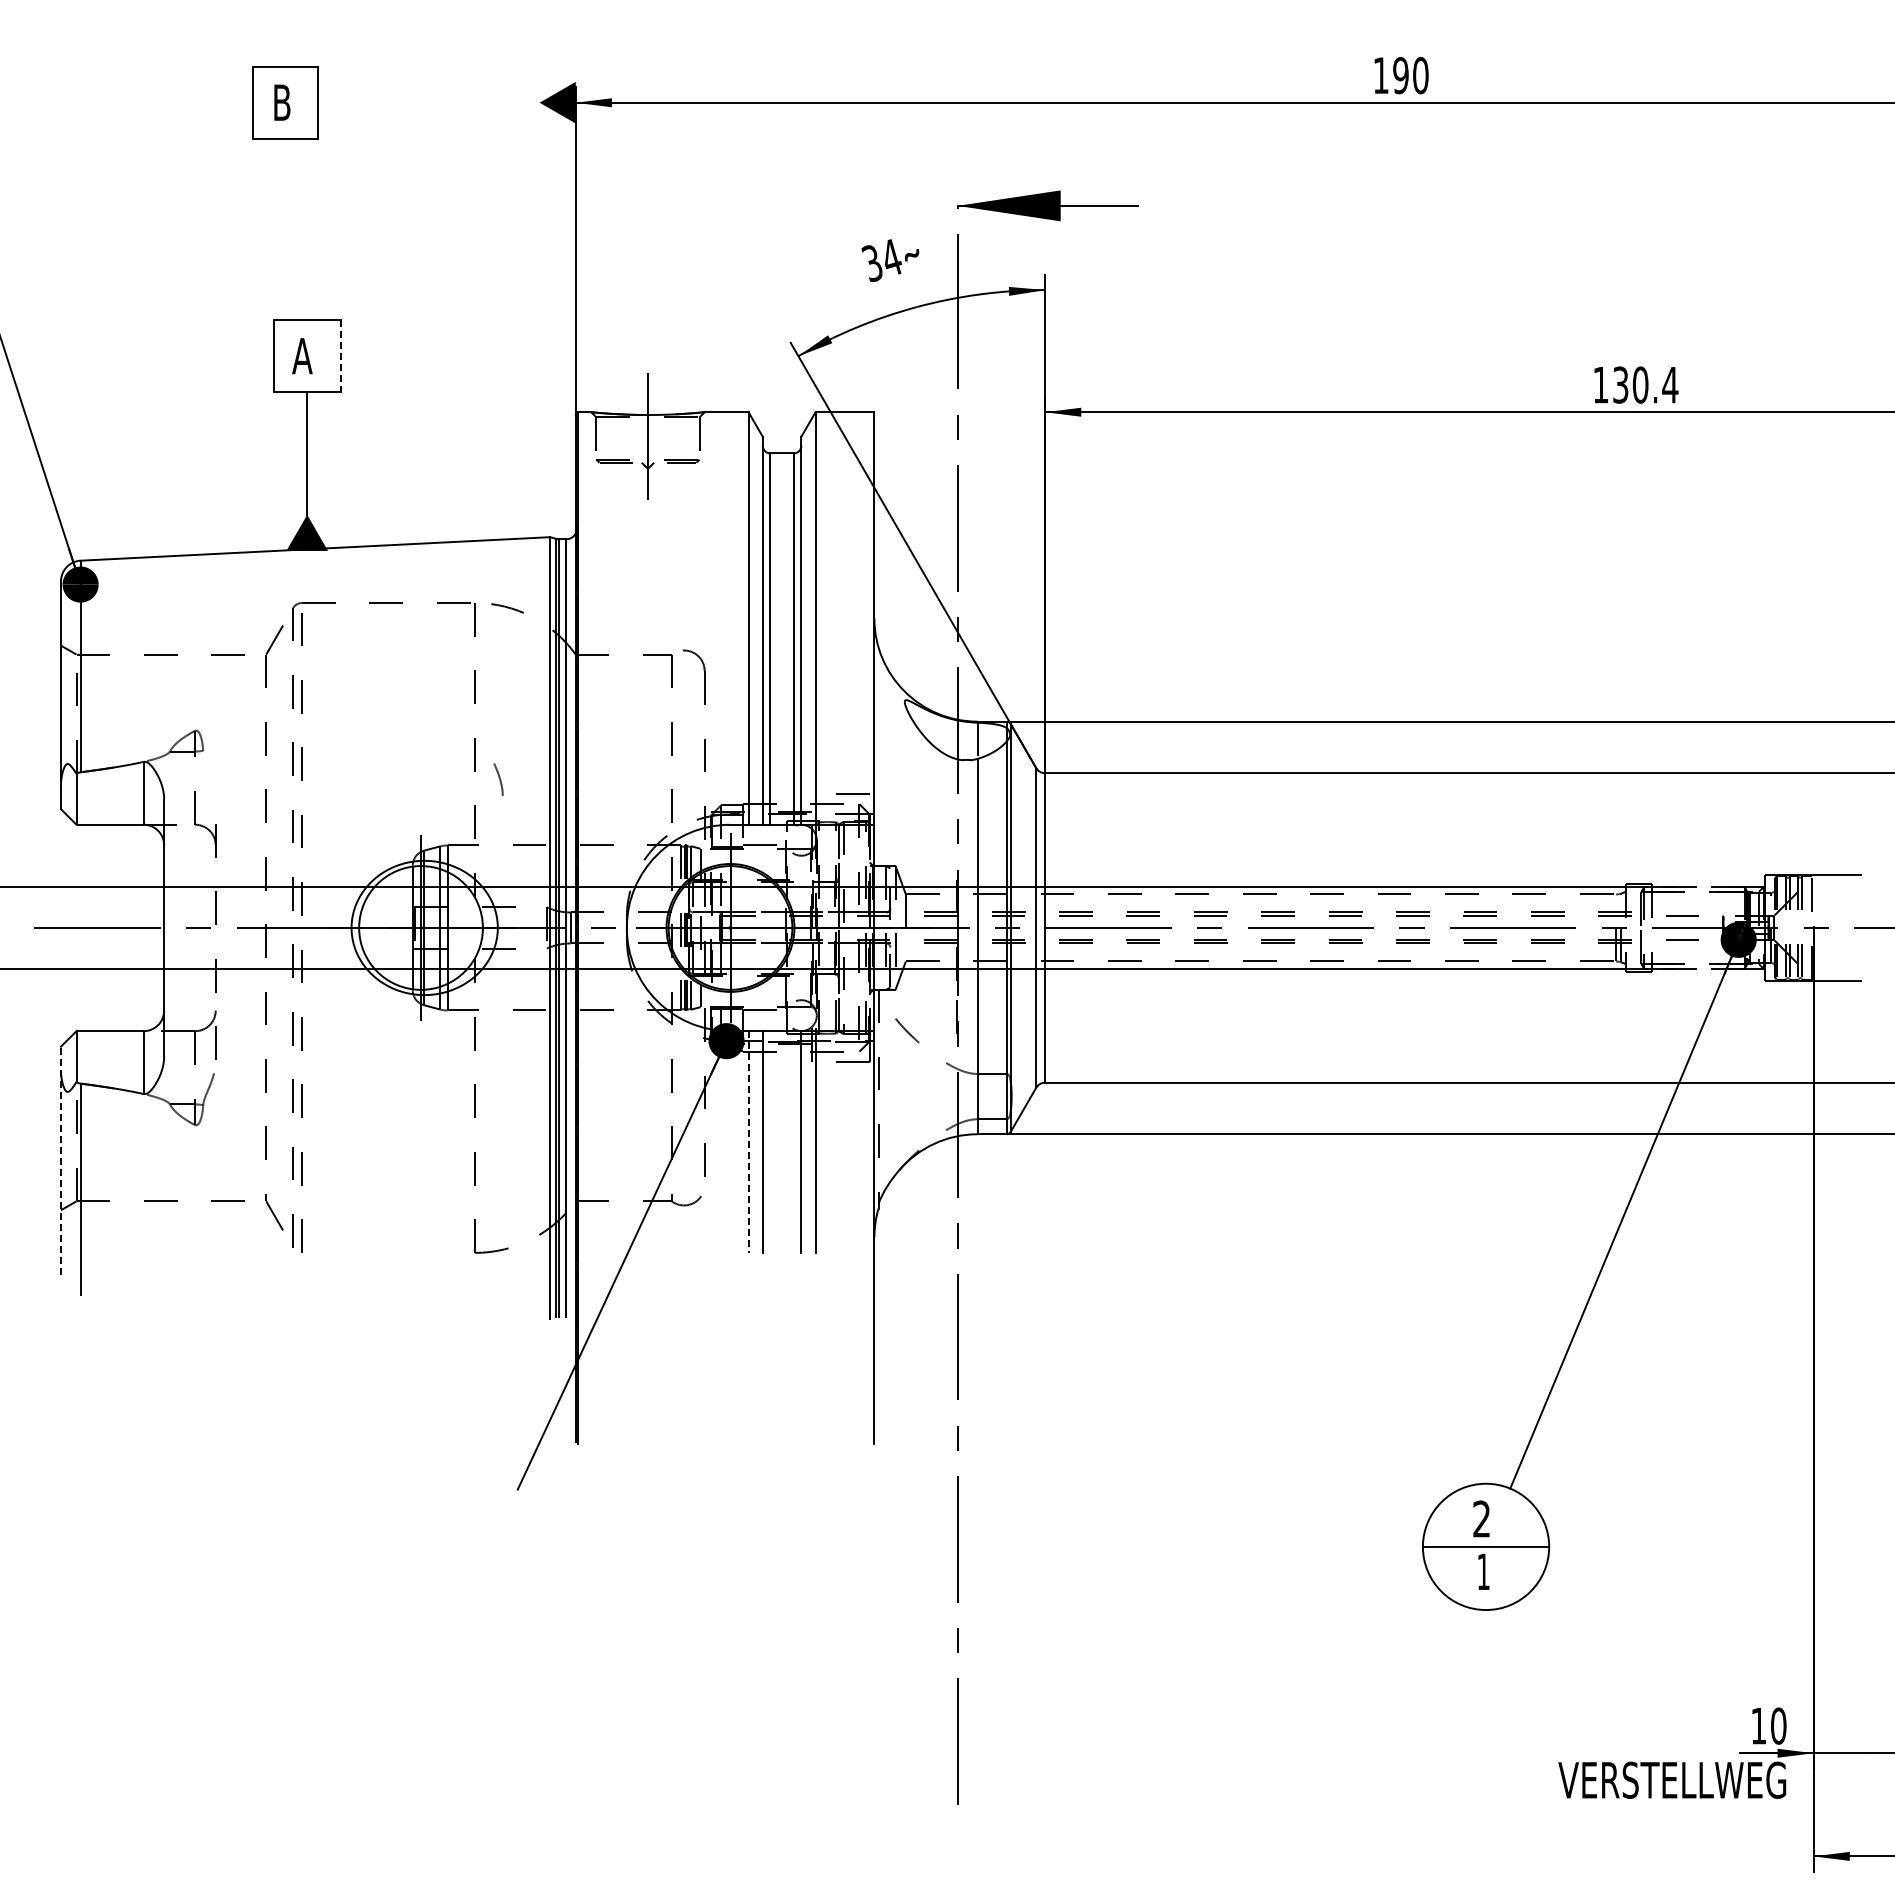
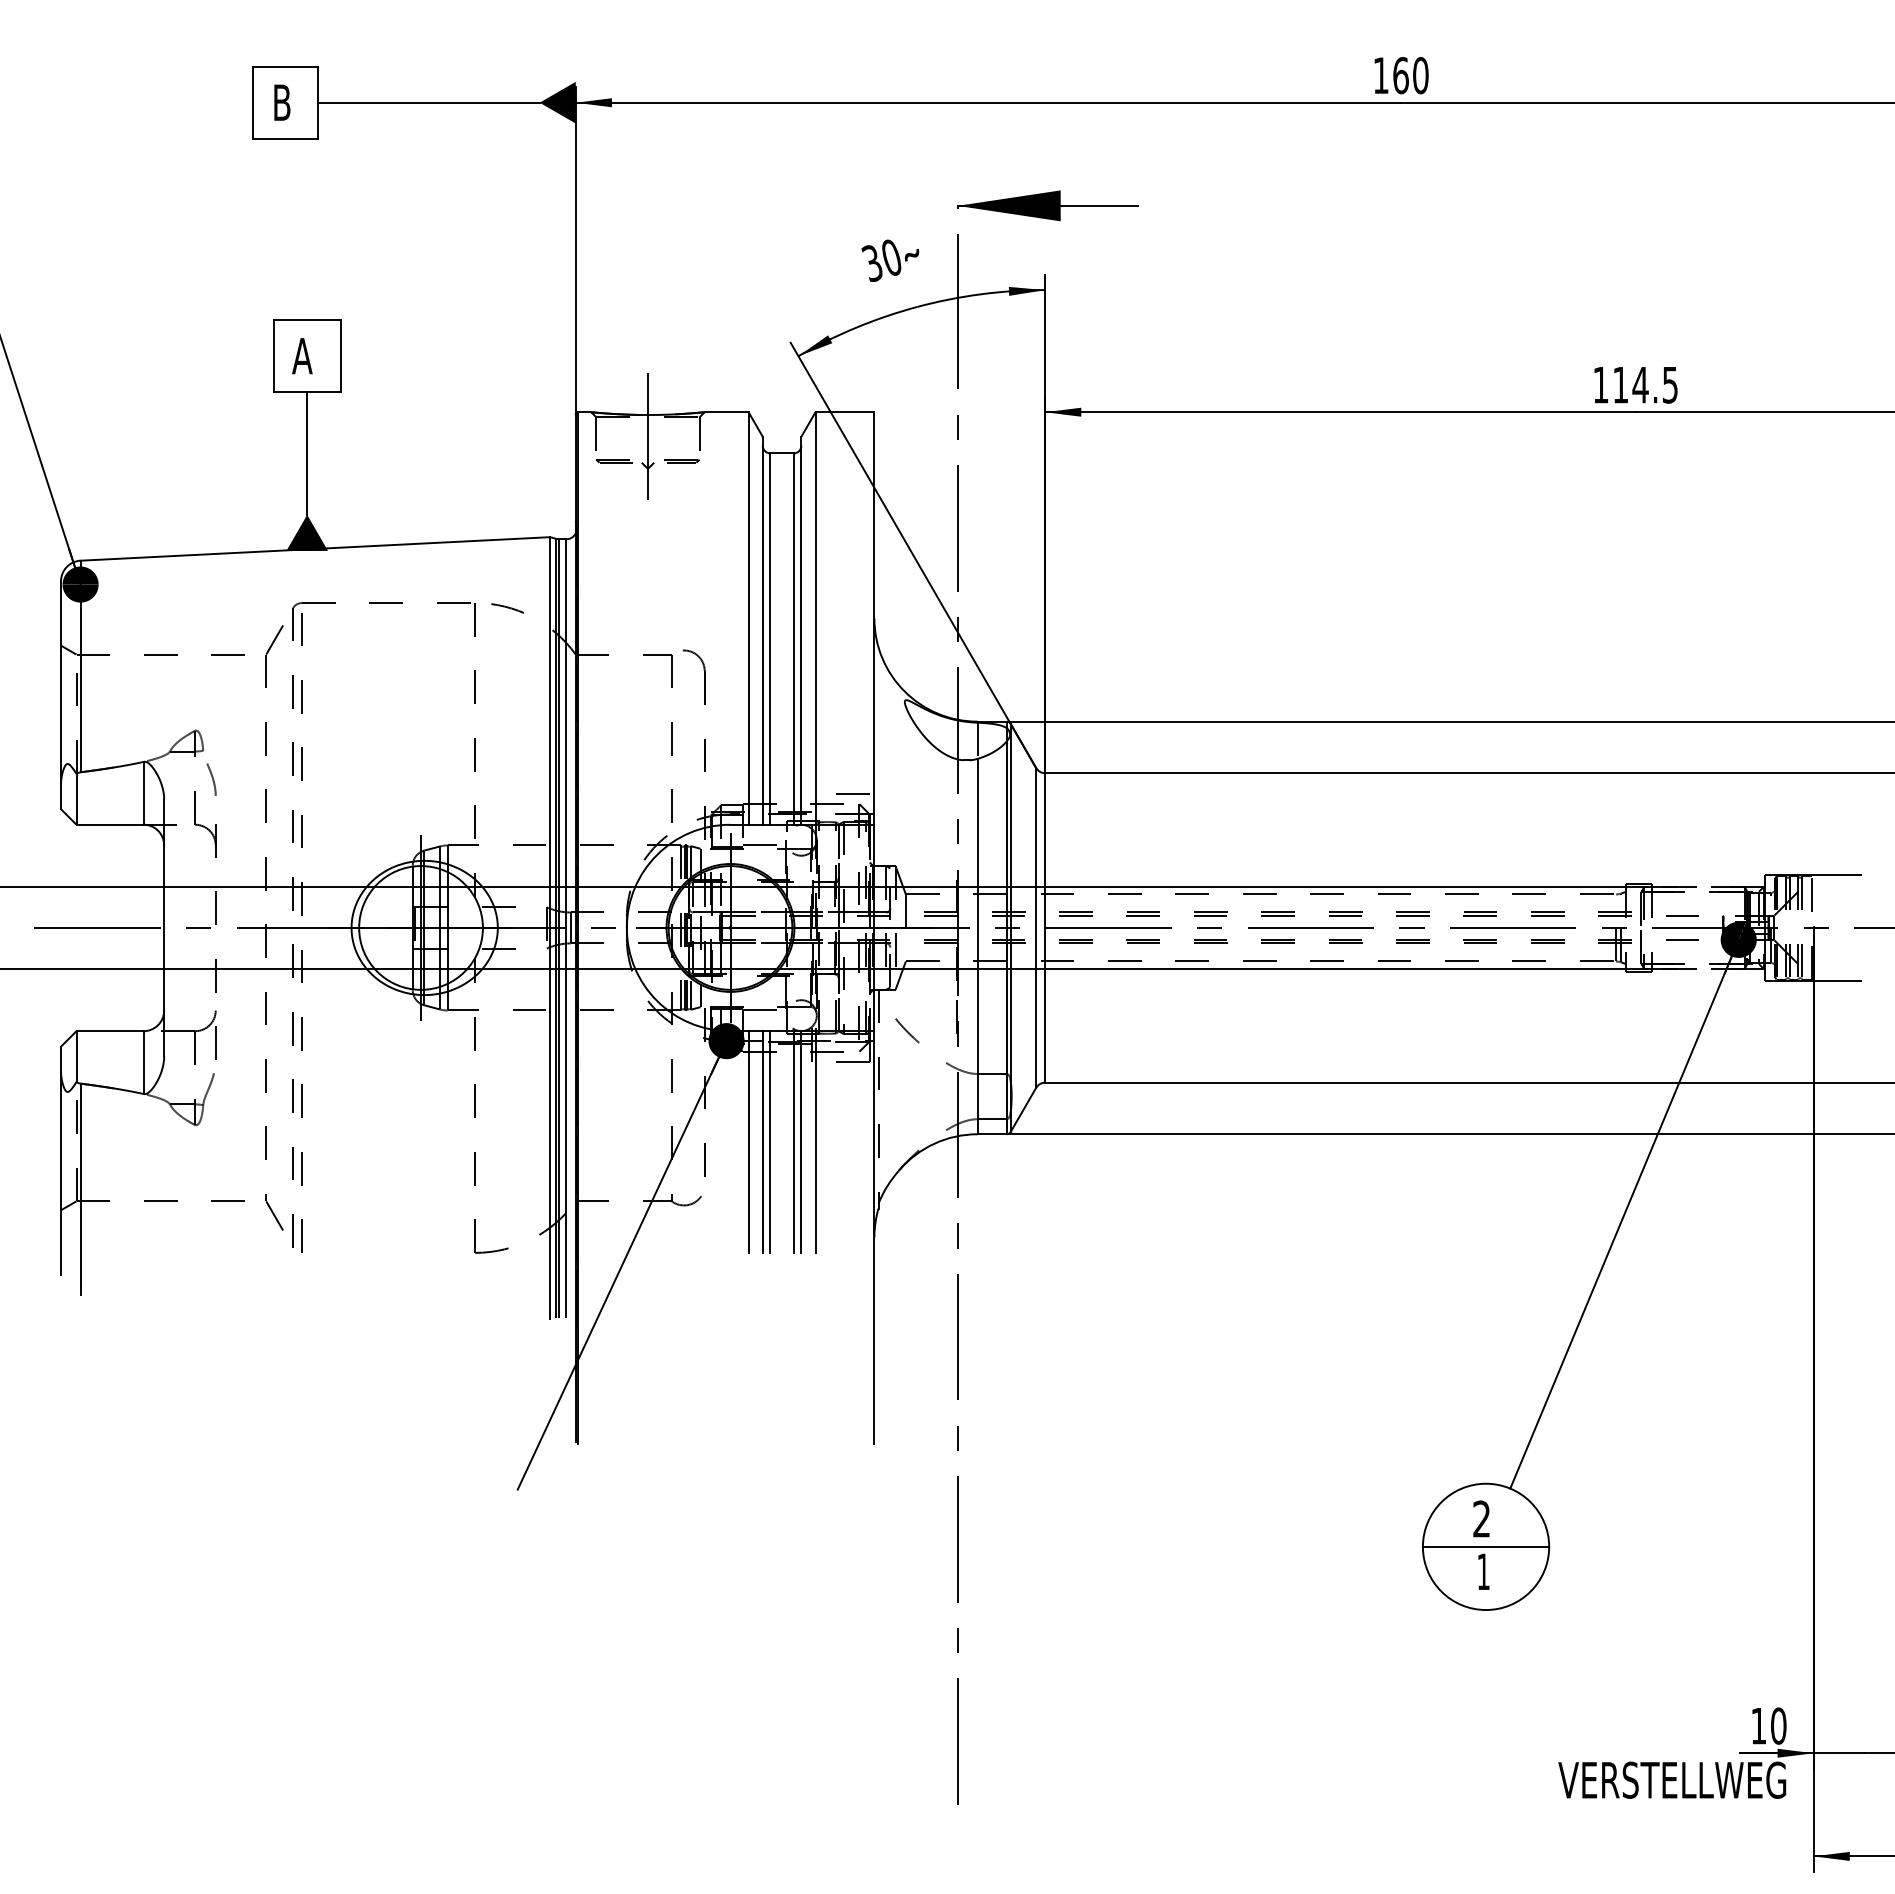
text at (1400, 75): 190 -> 160
line at (428, 102): none -> present
text at (892, 257): 34 -> 30
line at (340, 356): dashed -> solid
text at (1645, 384): 130.4 -> 114.5
curve at (499, 779) position: (499, 779) -> (212, 779)
line at (770, 1141): none -> present
line at (793, 1141): none -> present
line at (748, 1142): dashed -> solid
line at (61, 1160): dashed -> solid
